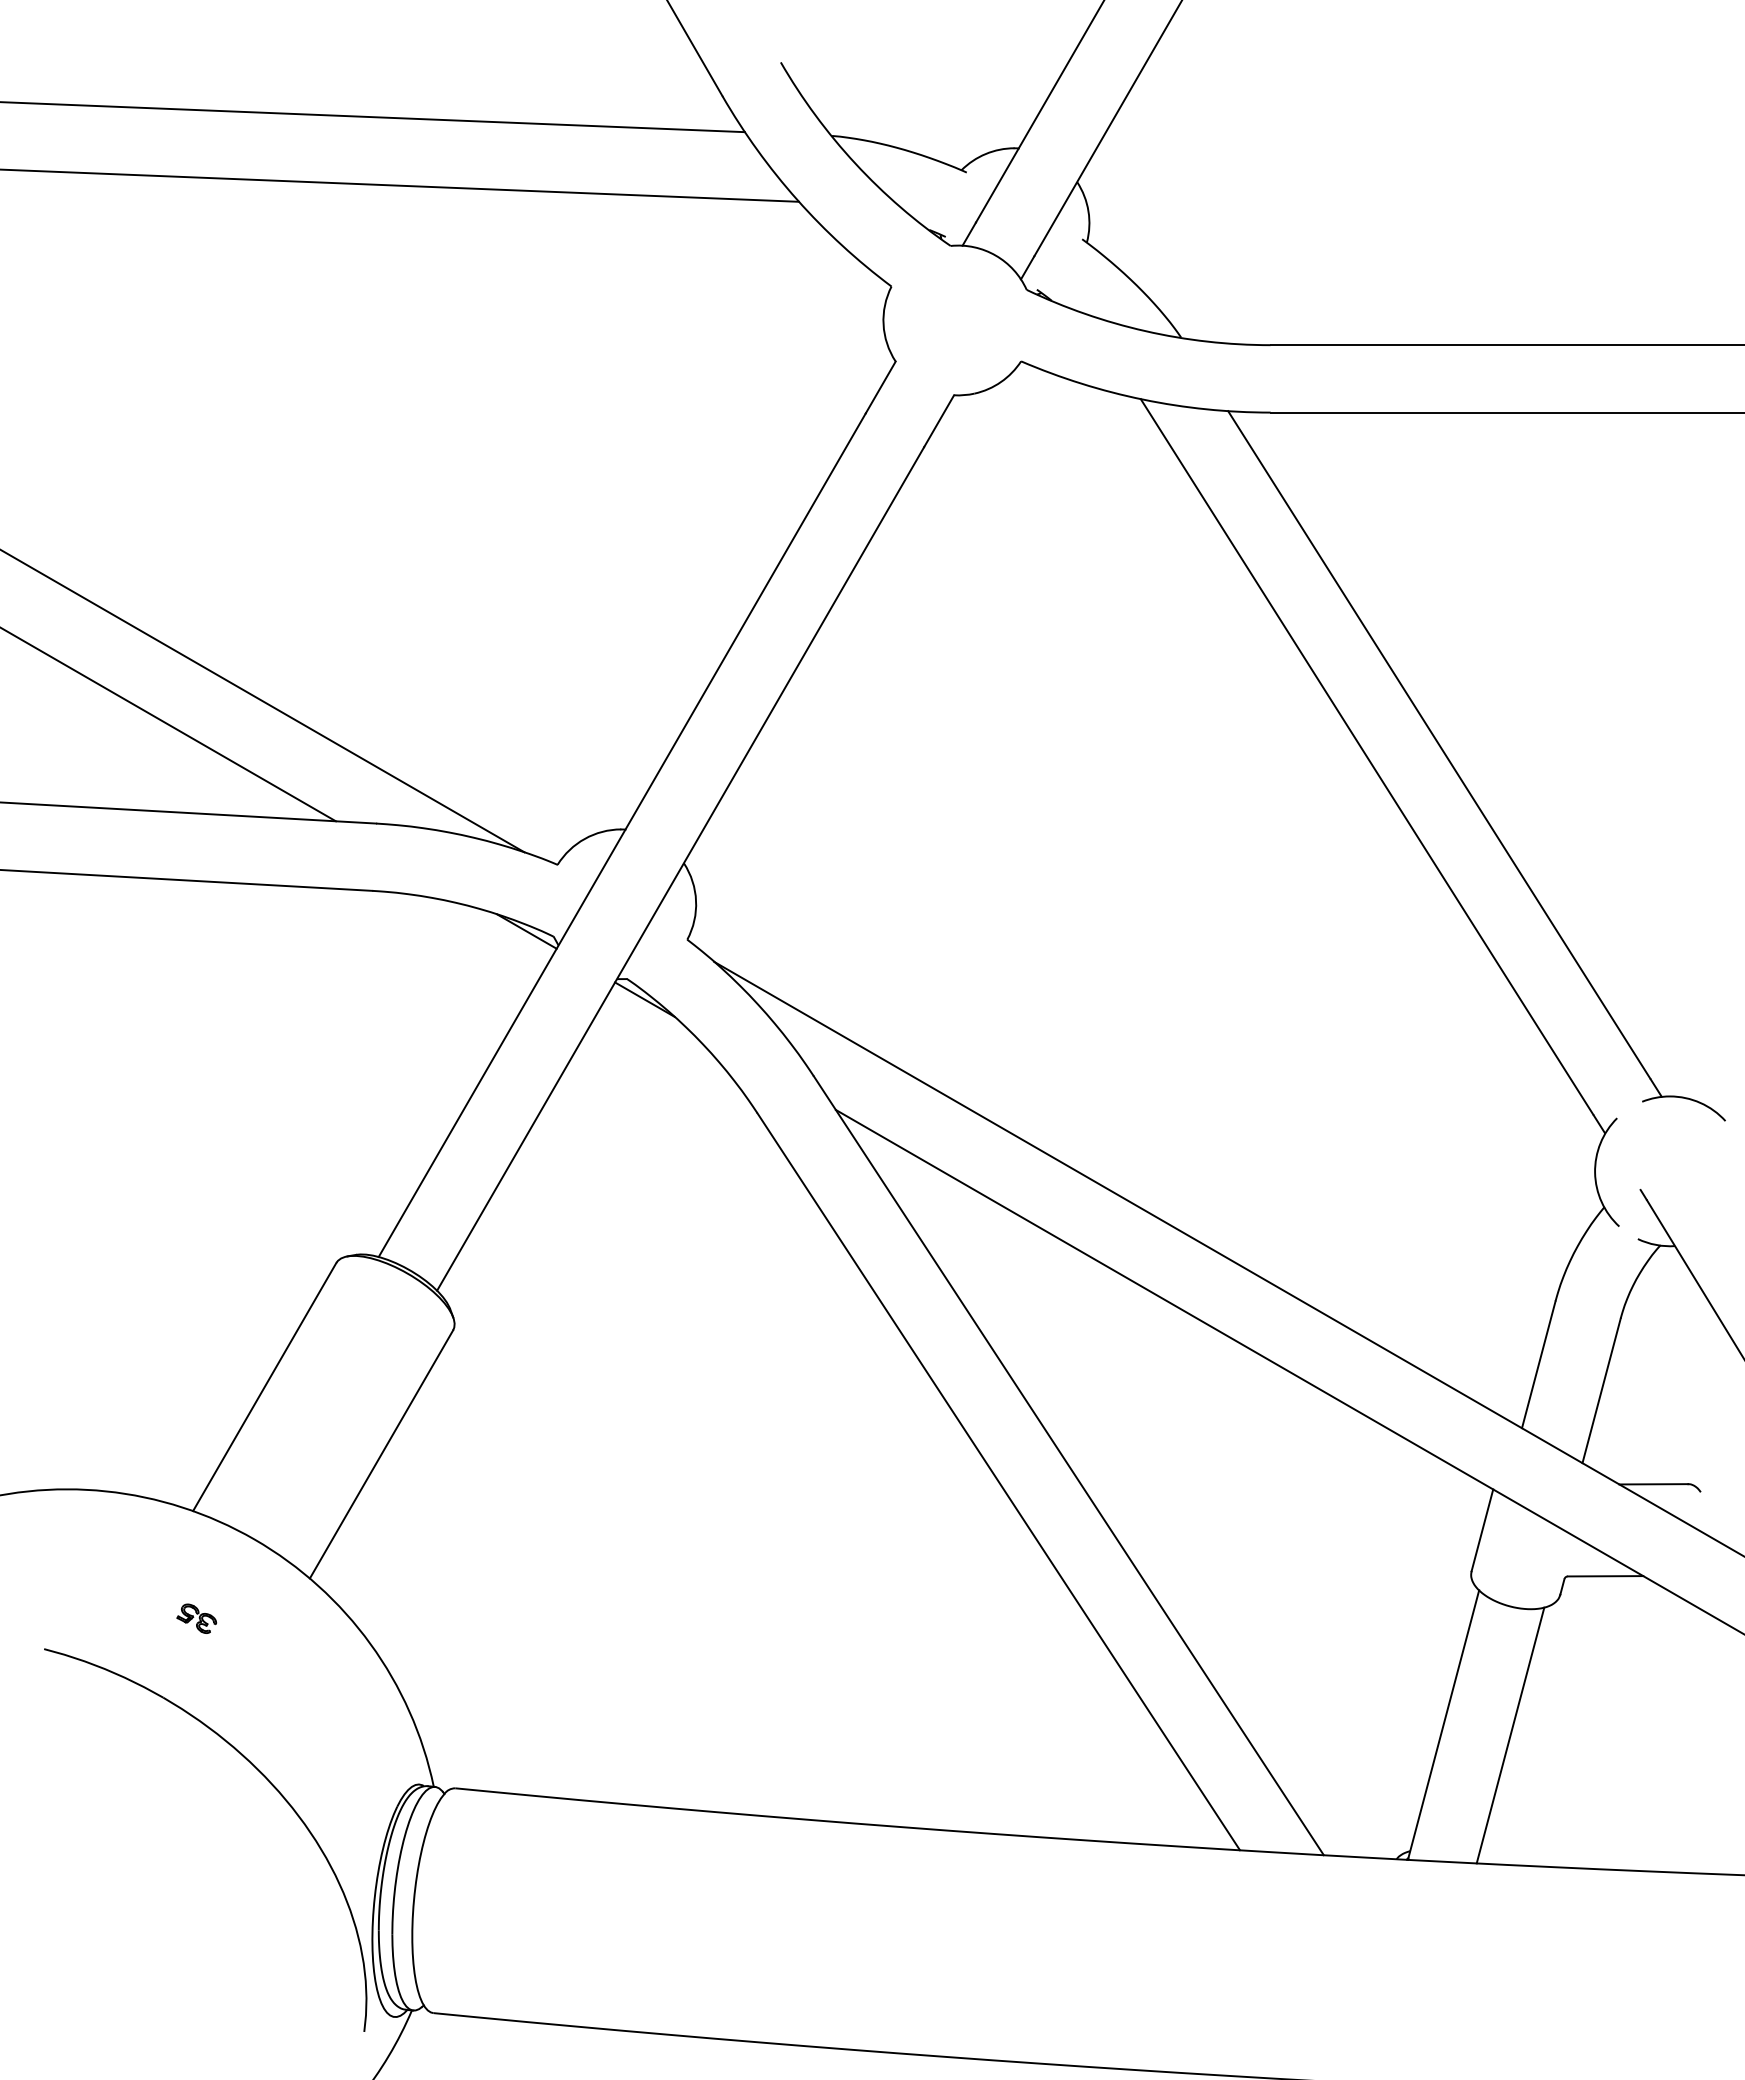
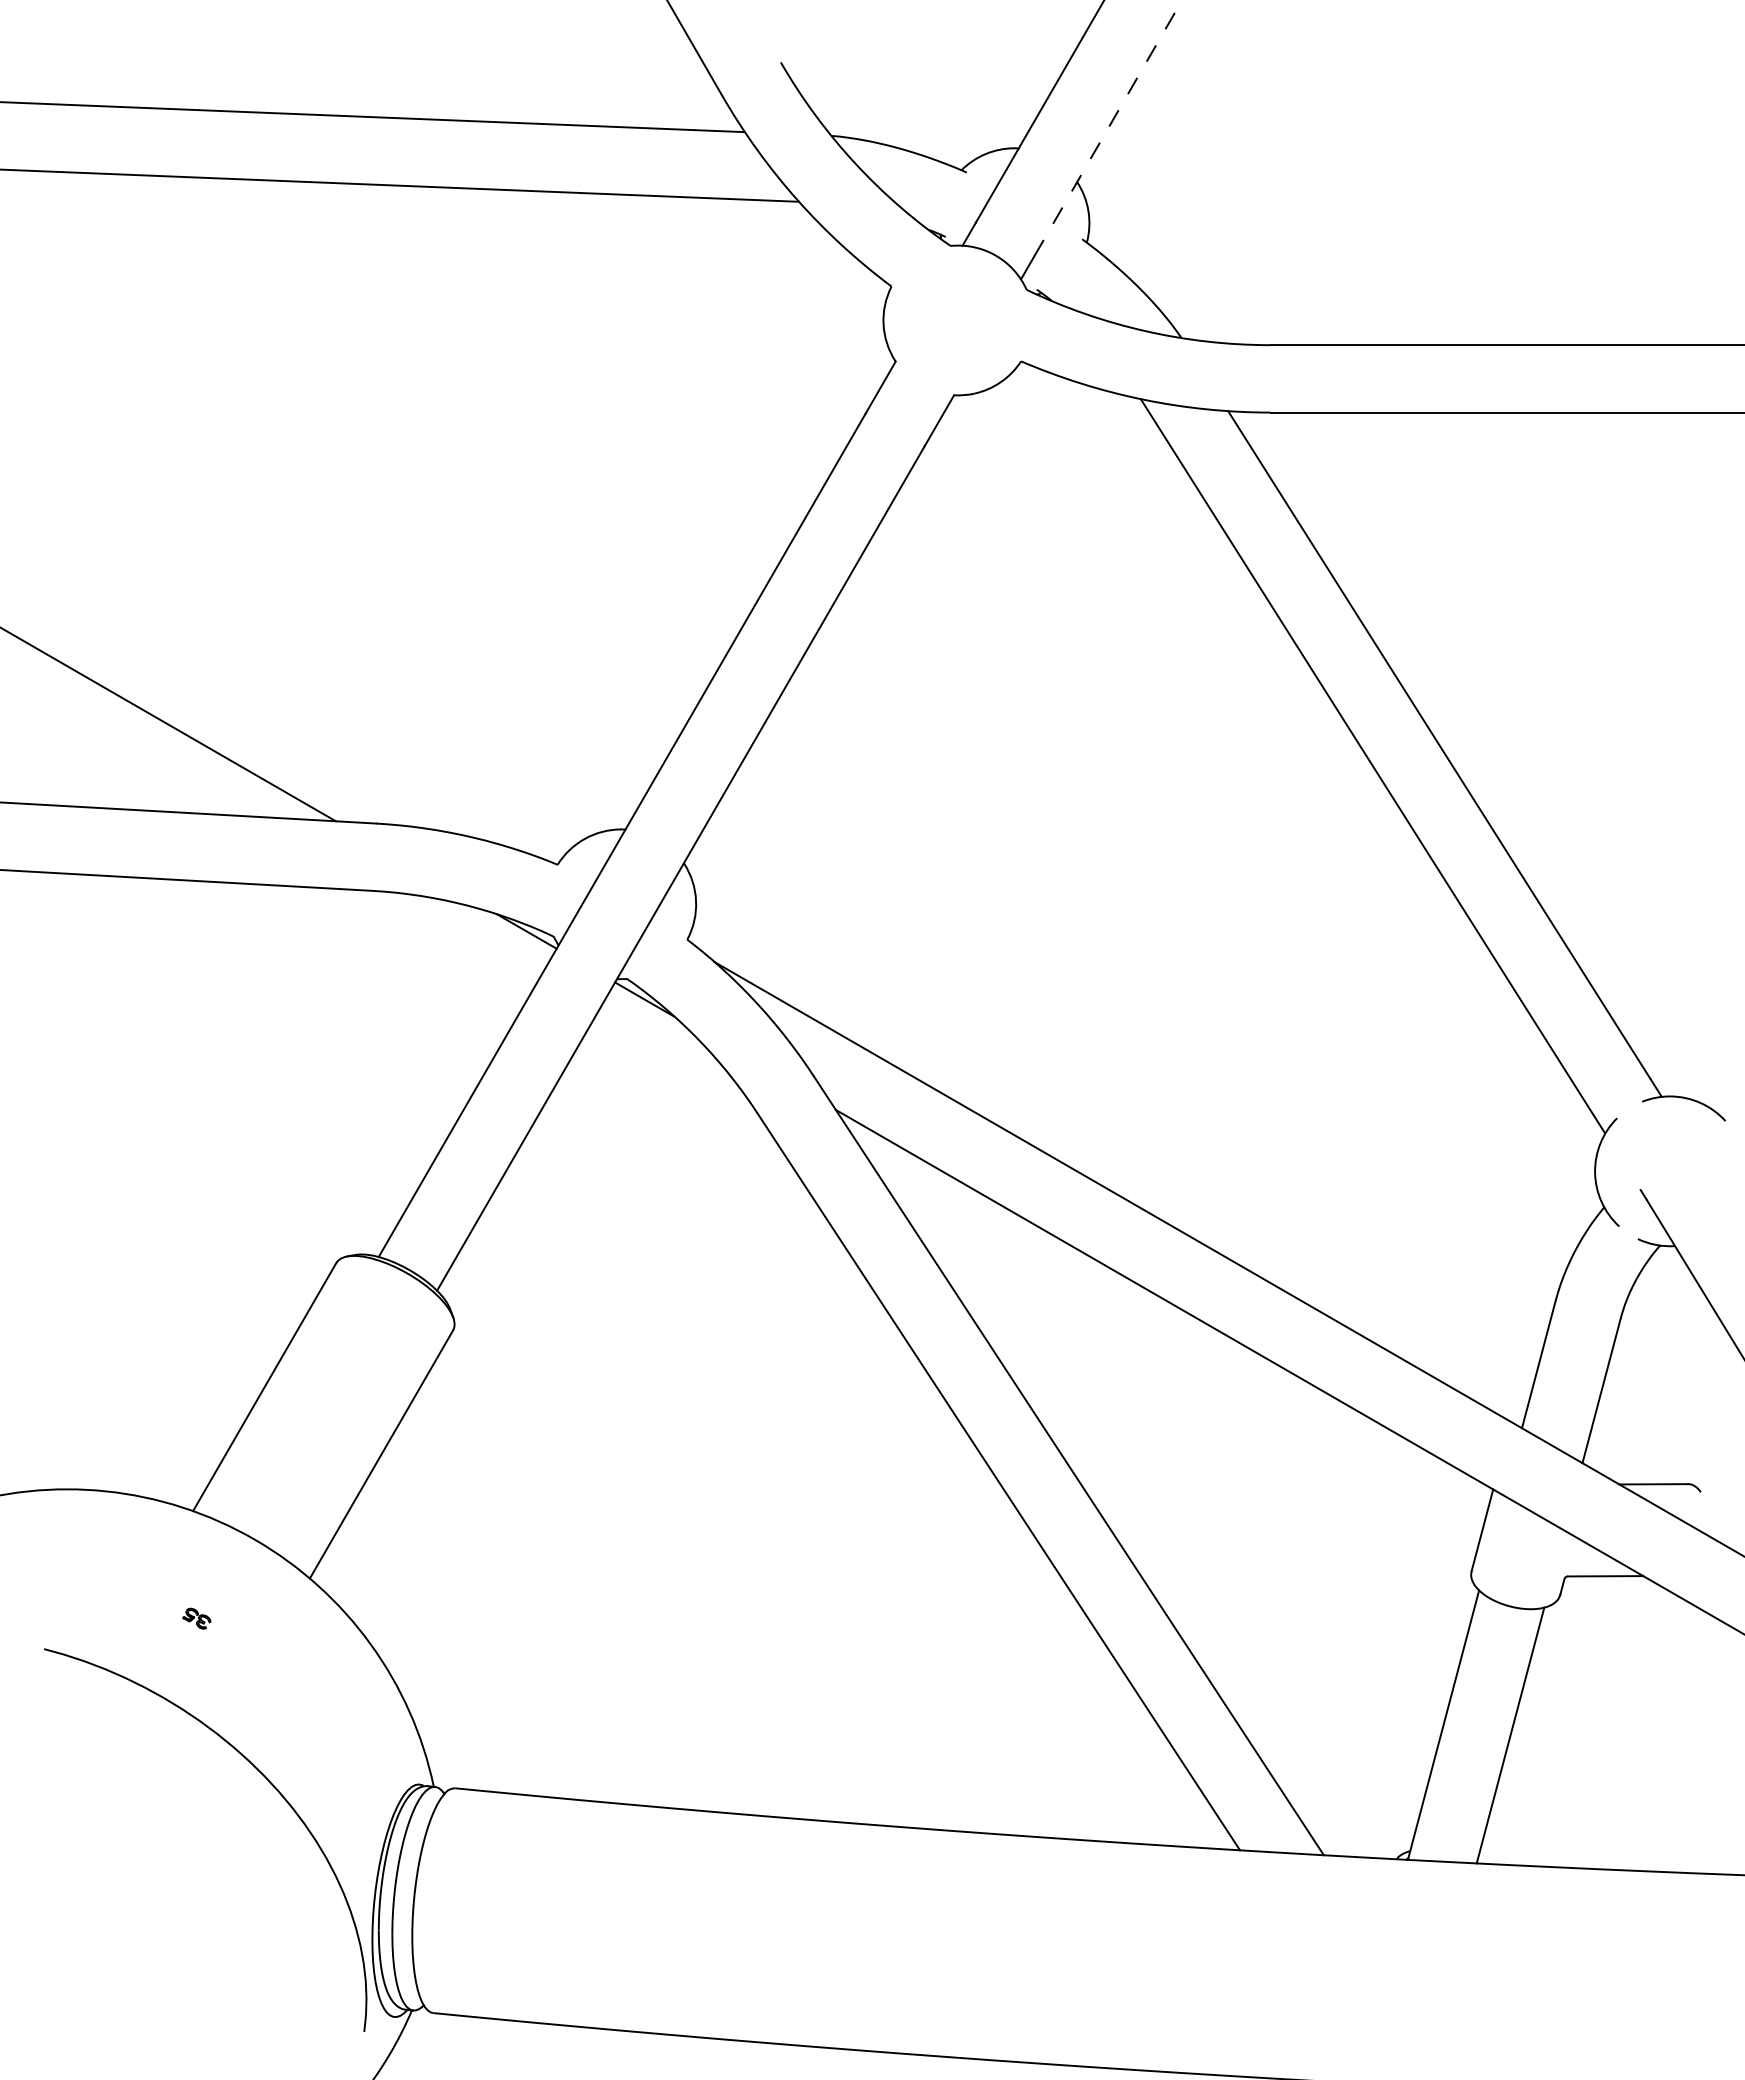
line at (1108, 128): solid -> dashed
line at (263, 701): present -> none
part at (196, 1618) size: 42x31 px -> 30x23 px
